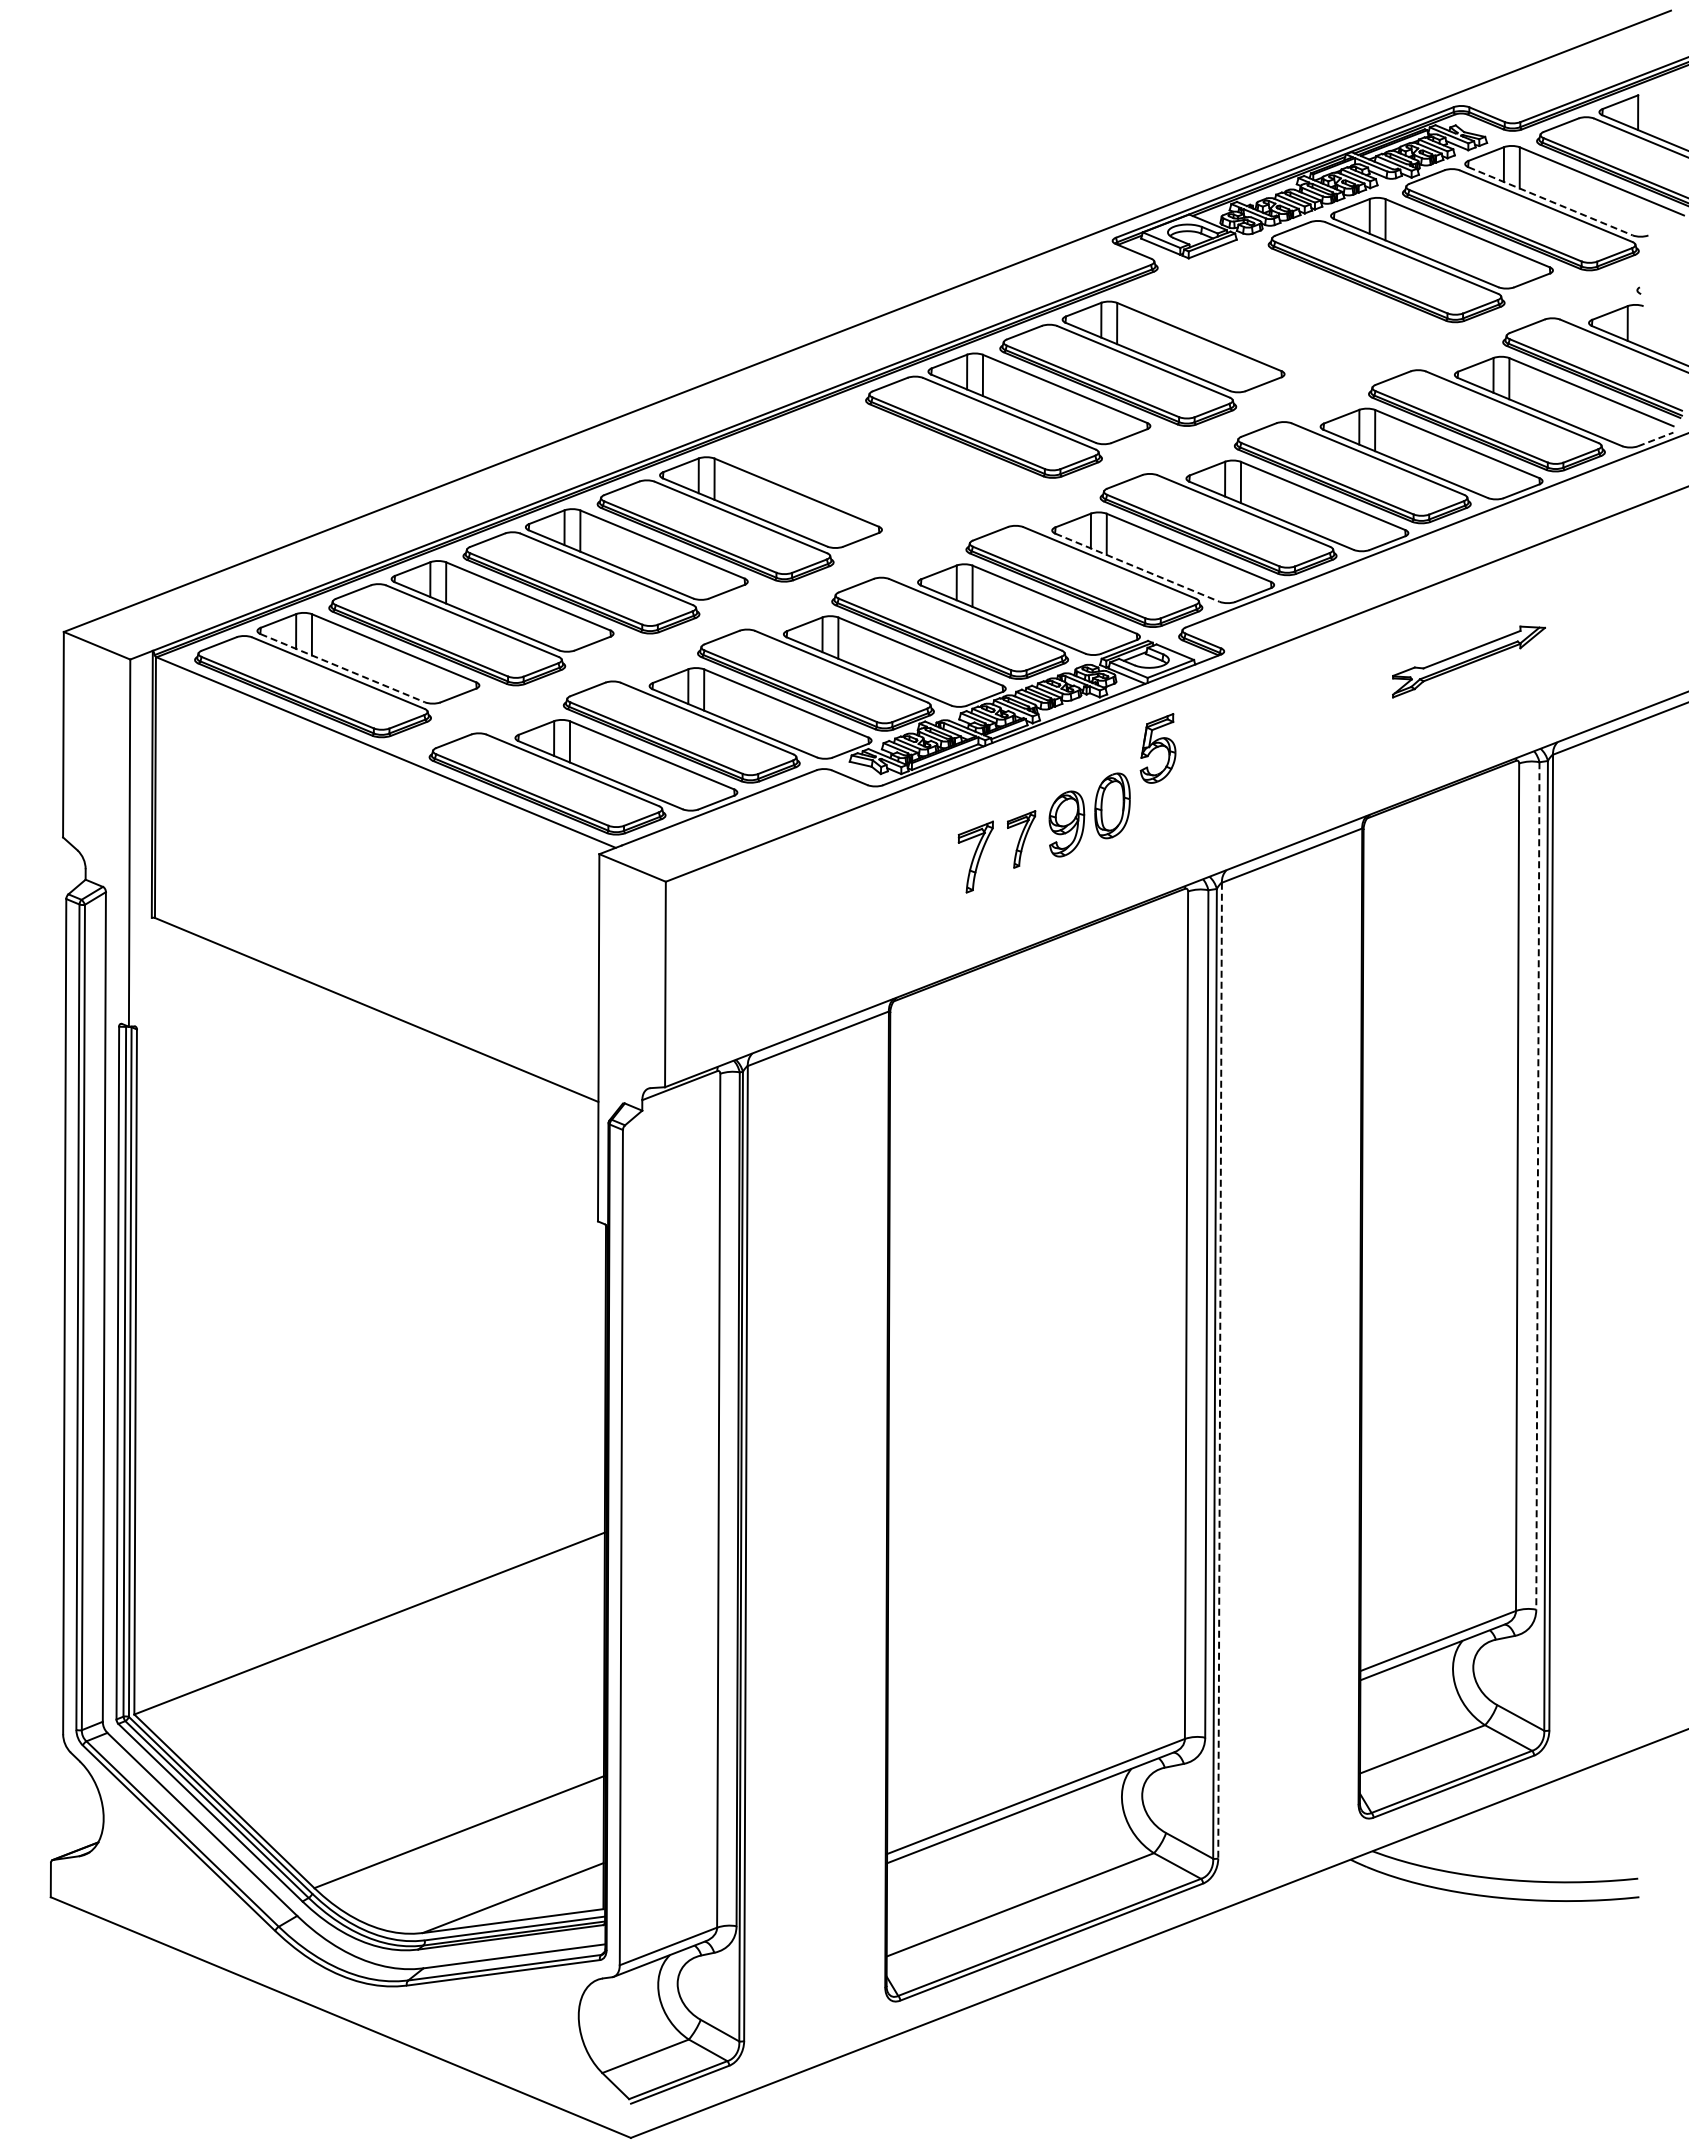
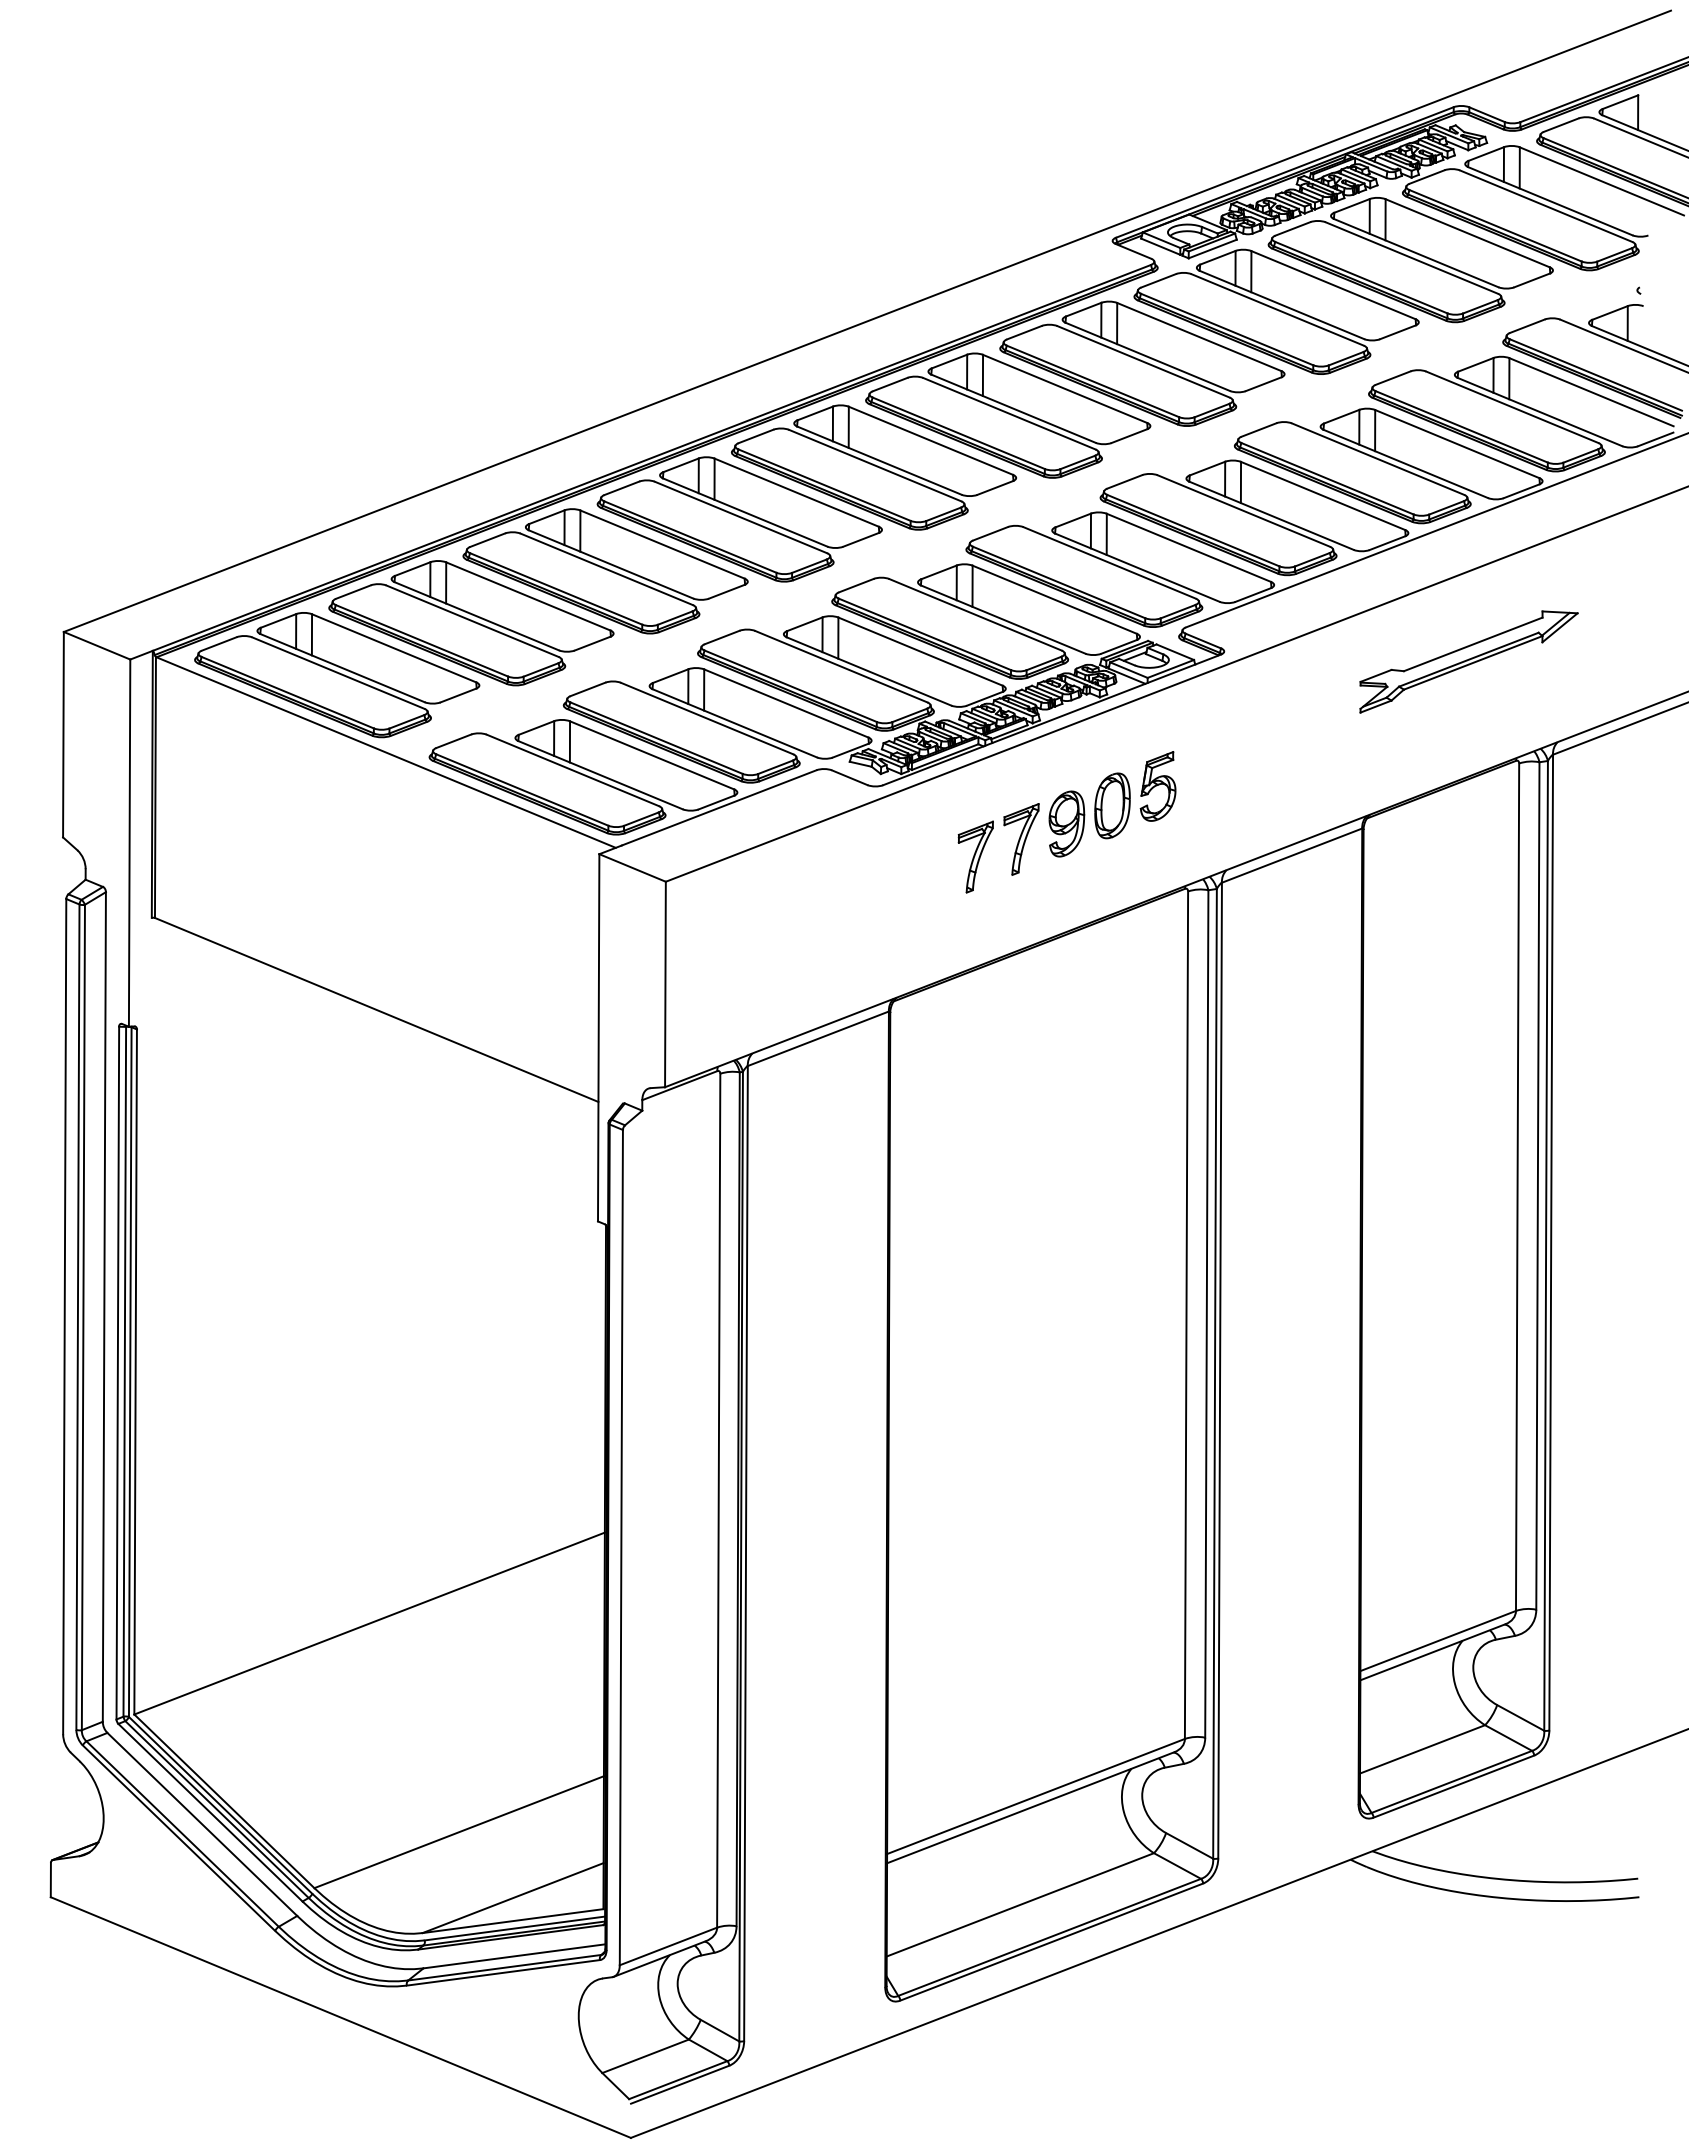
line at (1550, 201): dashed -> solid
part at (1276, 311): none -> present
line at (1655, 439): dashed -> solid
part at (873, 467): none -> present
line at (1137, 567): dashed -> solid
part at (1468, 661) size: 154x74 px -> 220x104 px
line at (342, 668): dashed -> solid
part at (1157, 748) position: (1157, 748) -> (1157, 786)
part at (1021, 839) size: 30x59 px -> 37x73 px
line at (1537, 1185): dashed -> solid
line at (1220, 1370): dashed -> solid
